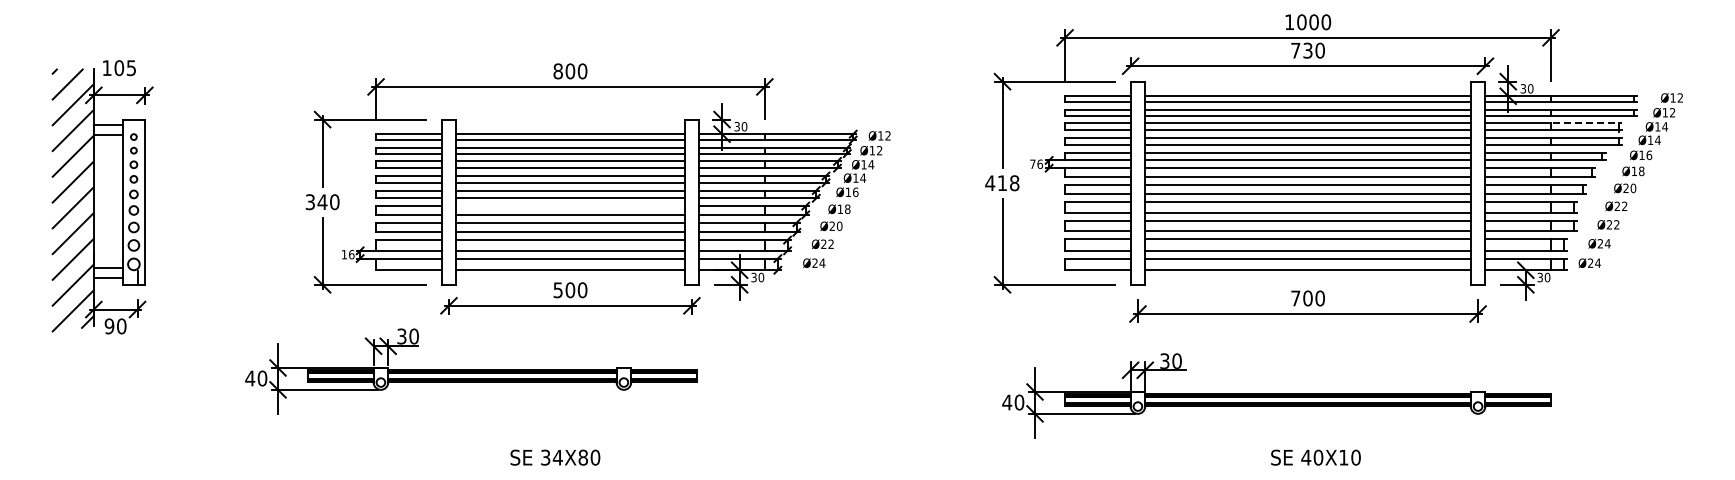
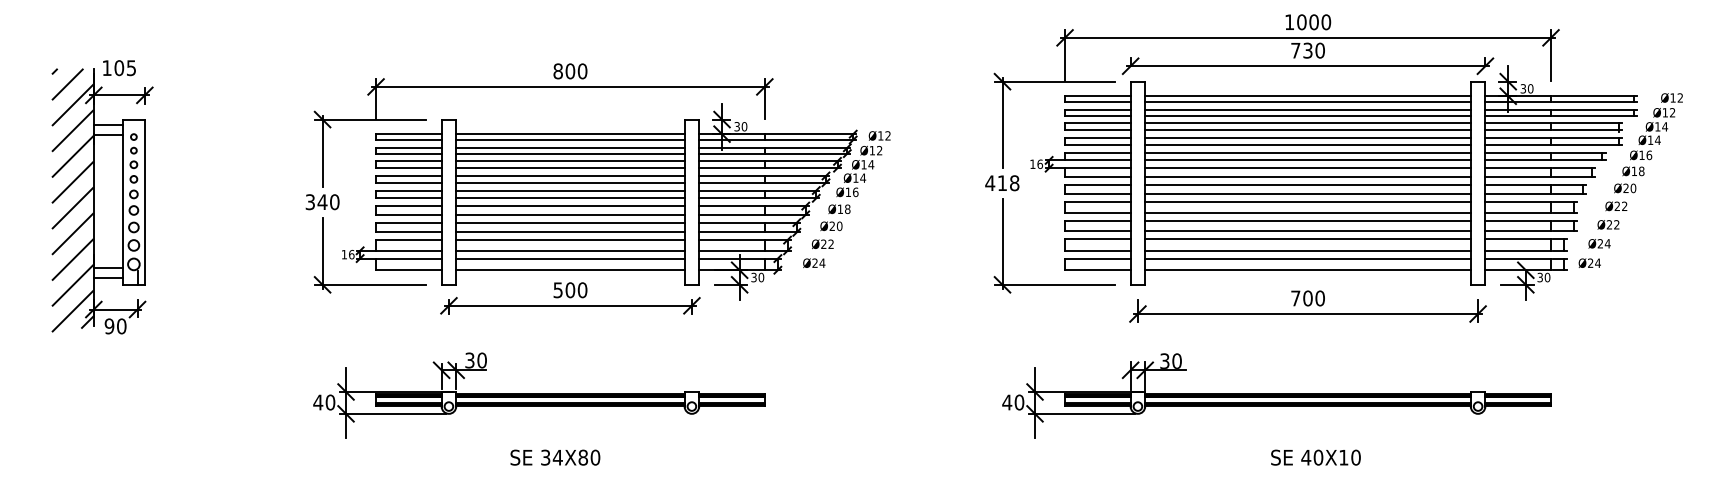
line at (1587, 123): dashed -> solid
text at (1032, 163): 76 -> 16
line at (570, 206): none -> present
part at (471, 371) position: (471, 371) -> (539, 395)
